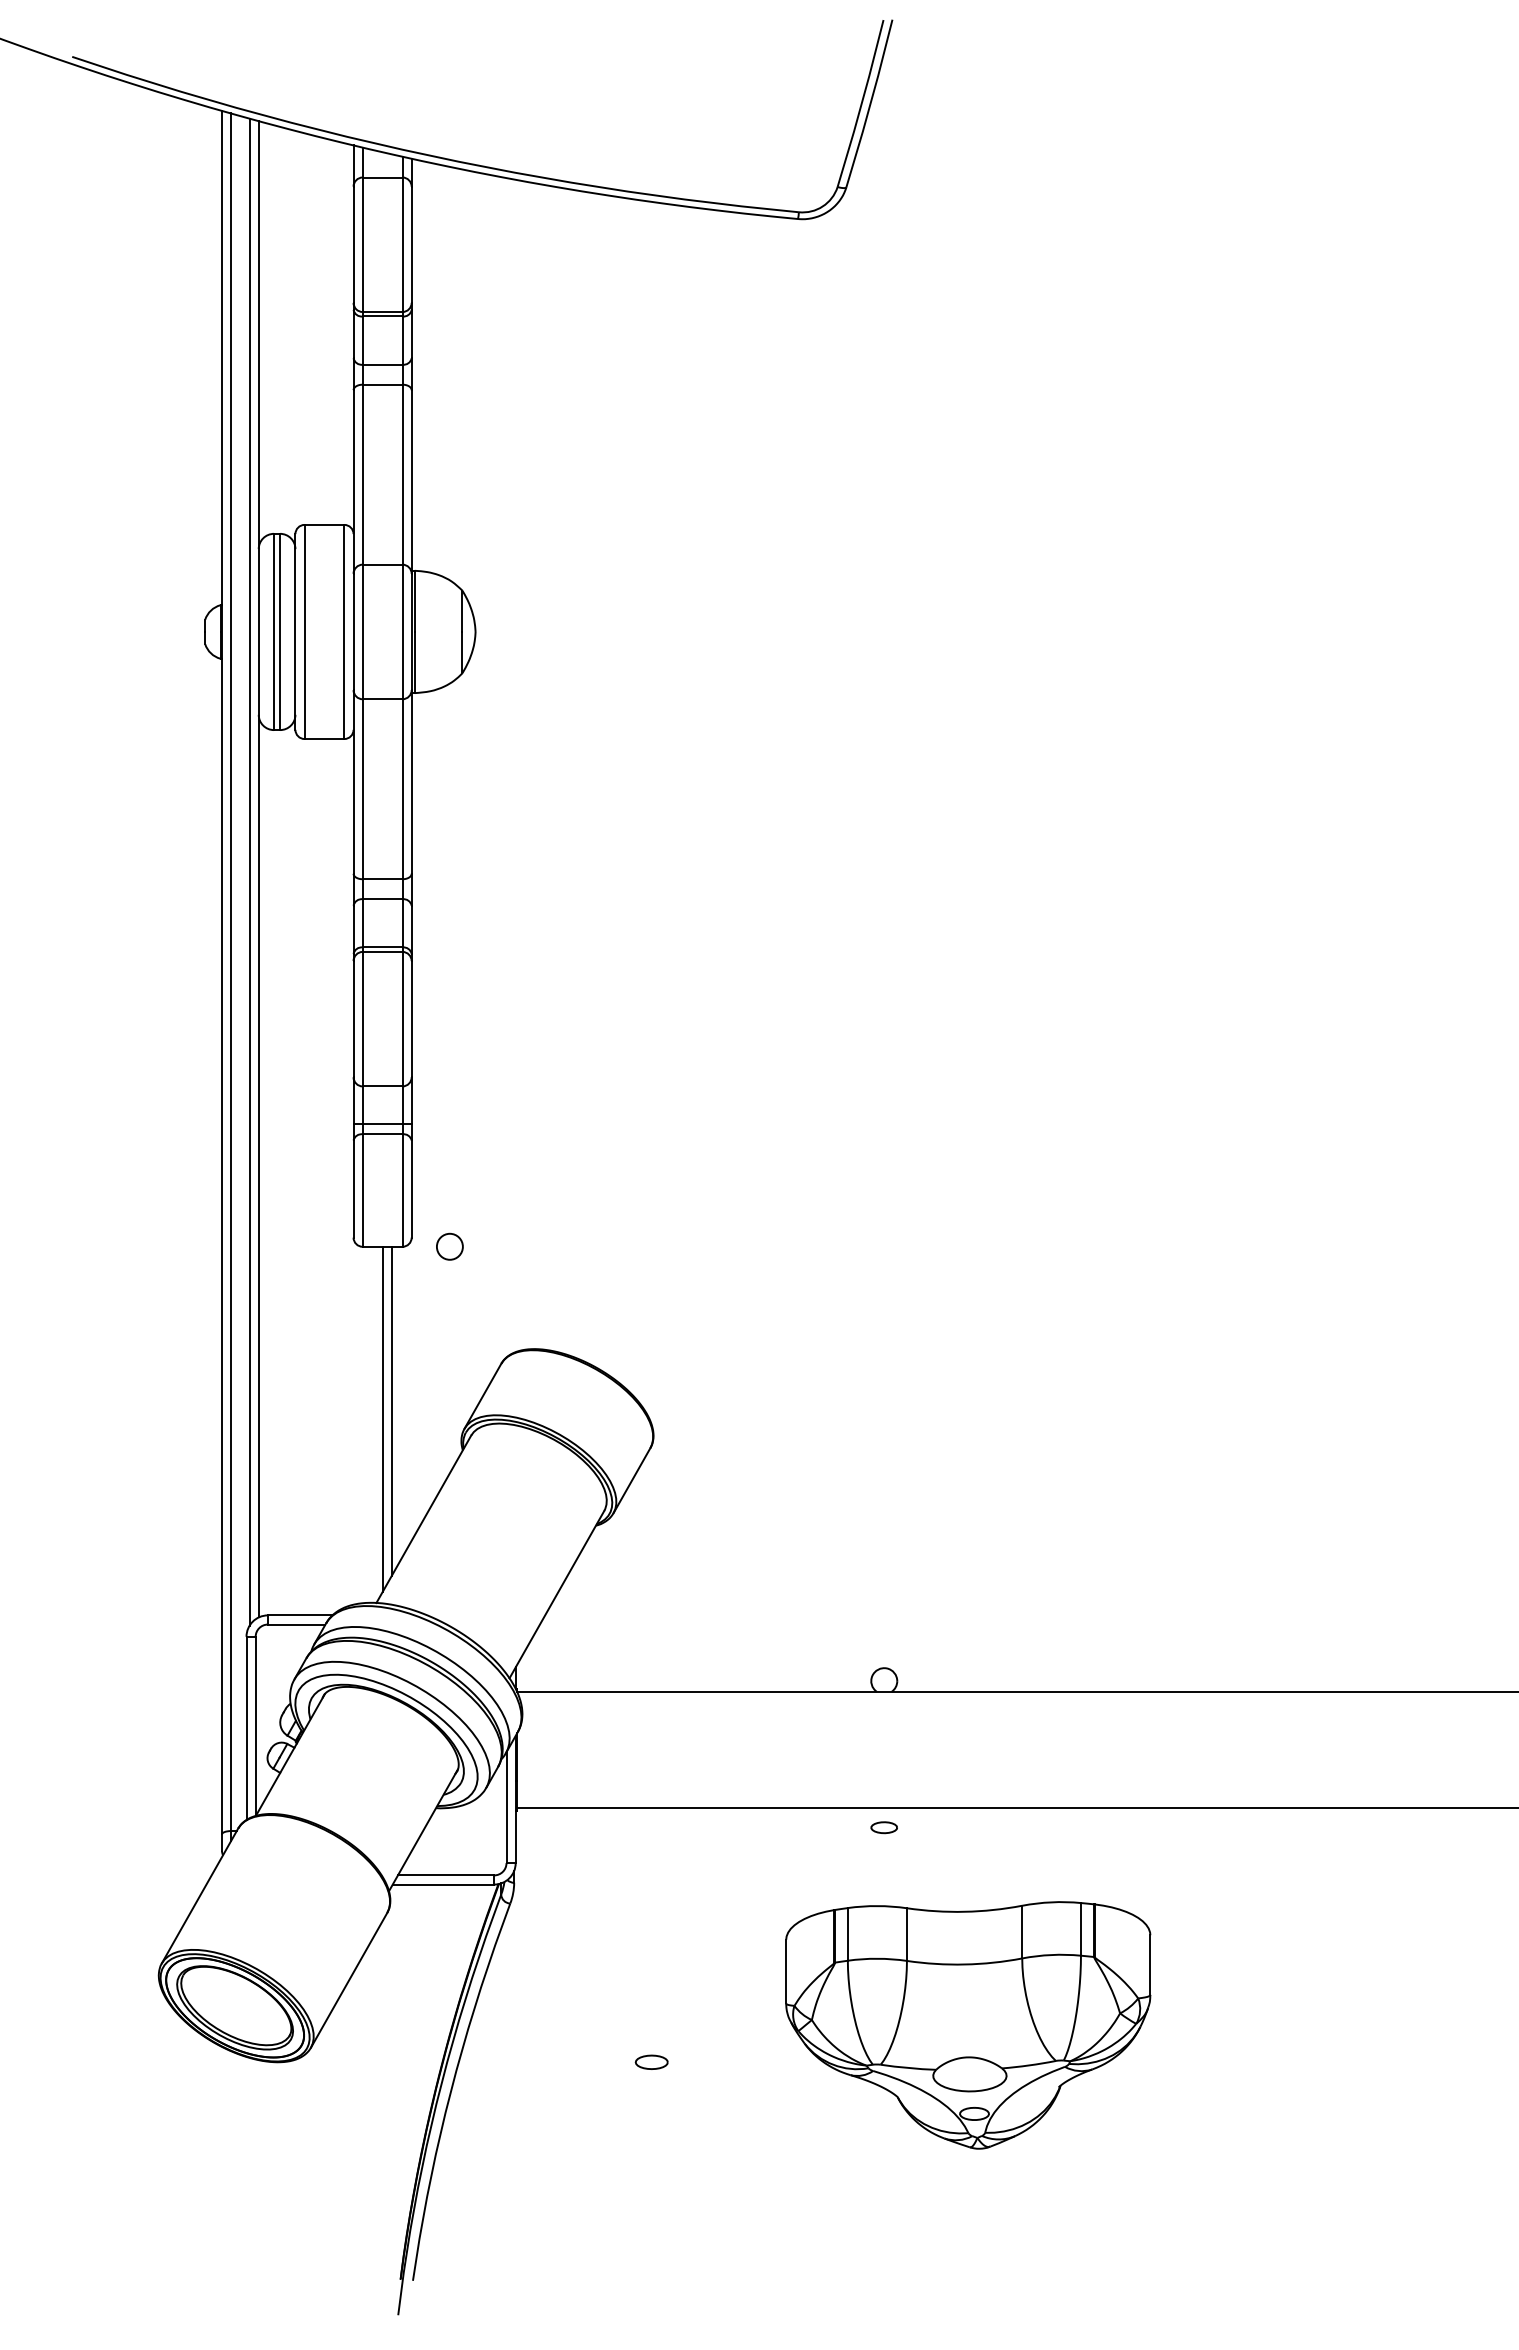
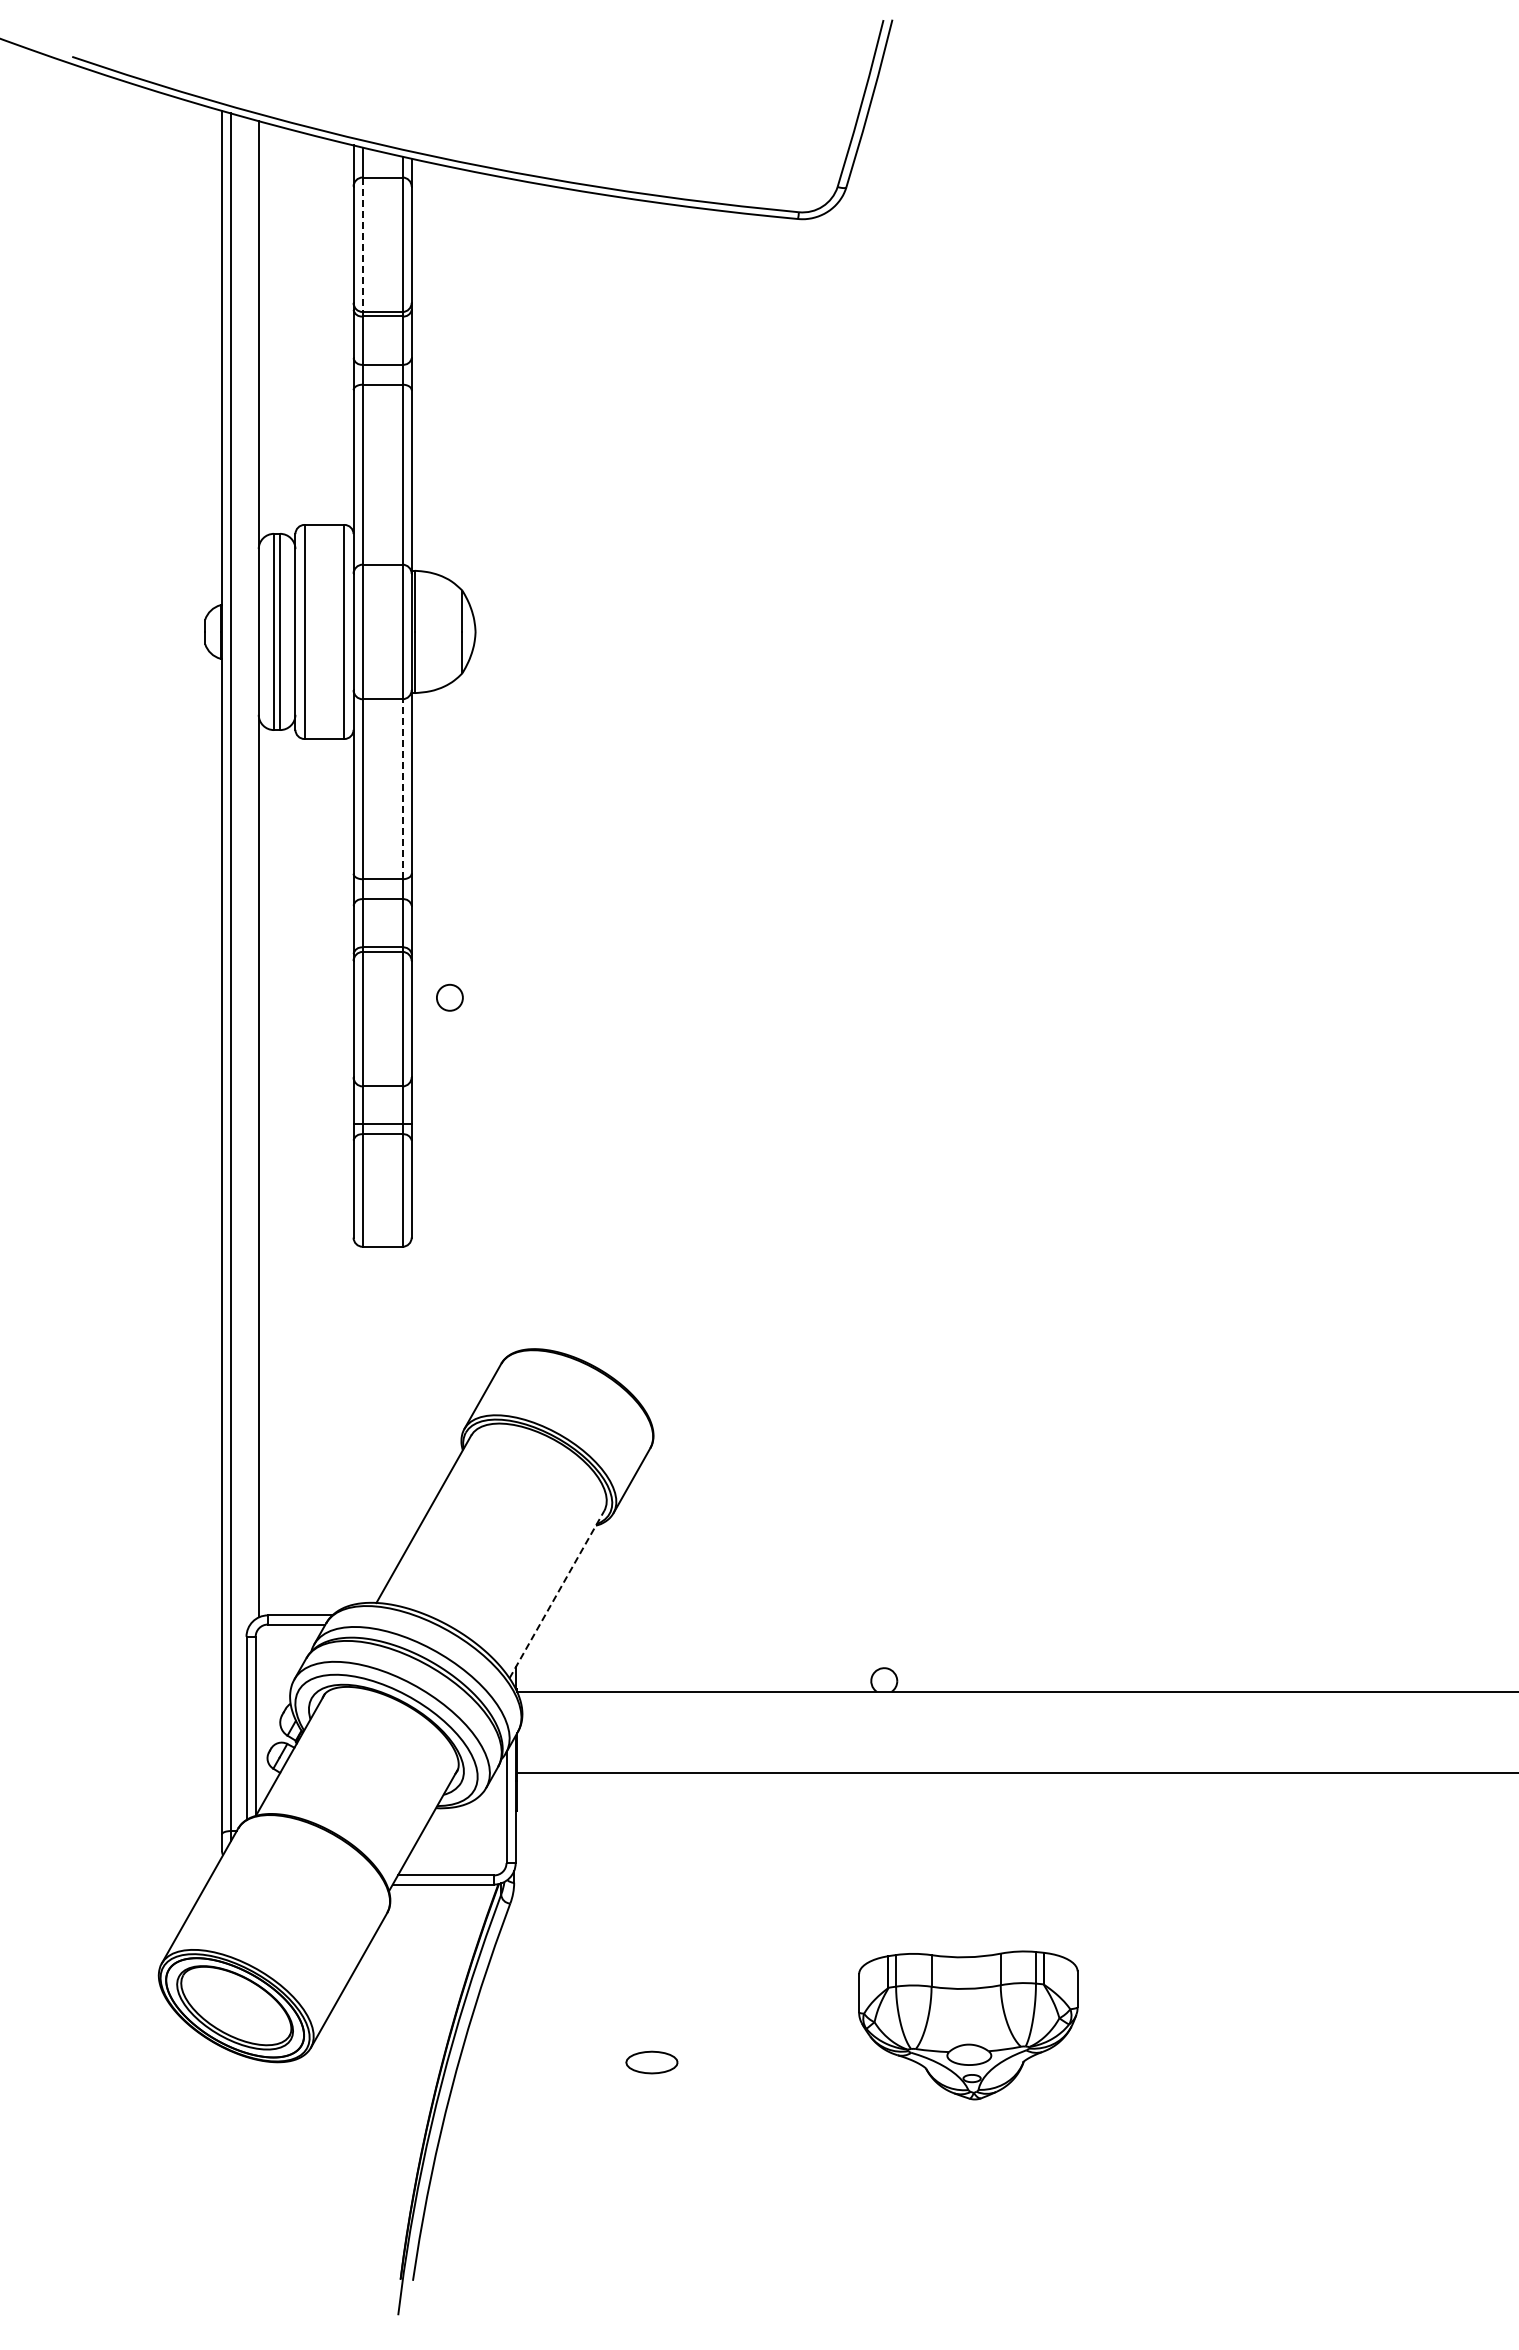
line at (362, 245): solid -> dashed
line at (402, 789): solid -> dashed
line at (249, 871): present -> none
circle at (449, 1246) position: (449, 1246) -> (449, 997)
line at (391, 1410): present -> none
line at (382, 1419): present -> none
line at (557, 1594): solid -> dashed
line at (1016, 1808) position: (1016, 1808) -> (1016, 1773)
part at (883, 1827): present -> none
part at (968, 2025) size: 367x249 px -> 221x151 px
part at (651, 2061) size: 35x16 px -> 54x25 px
